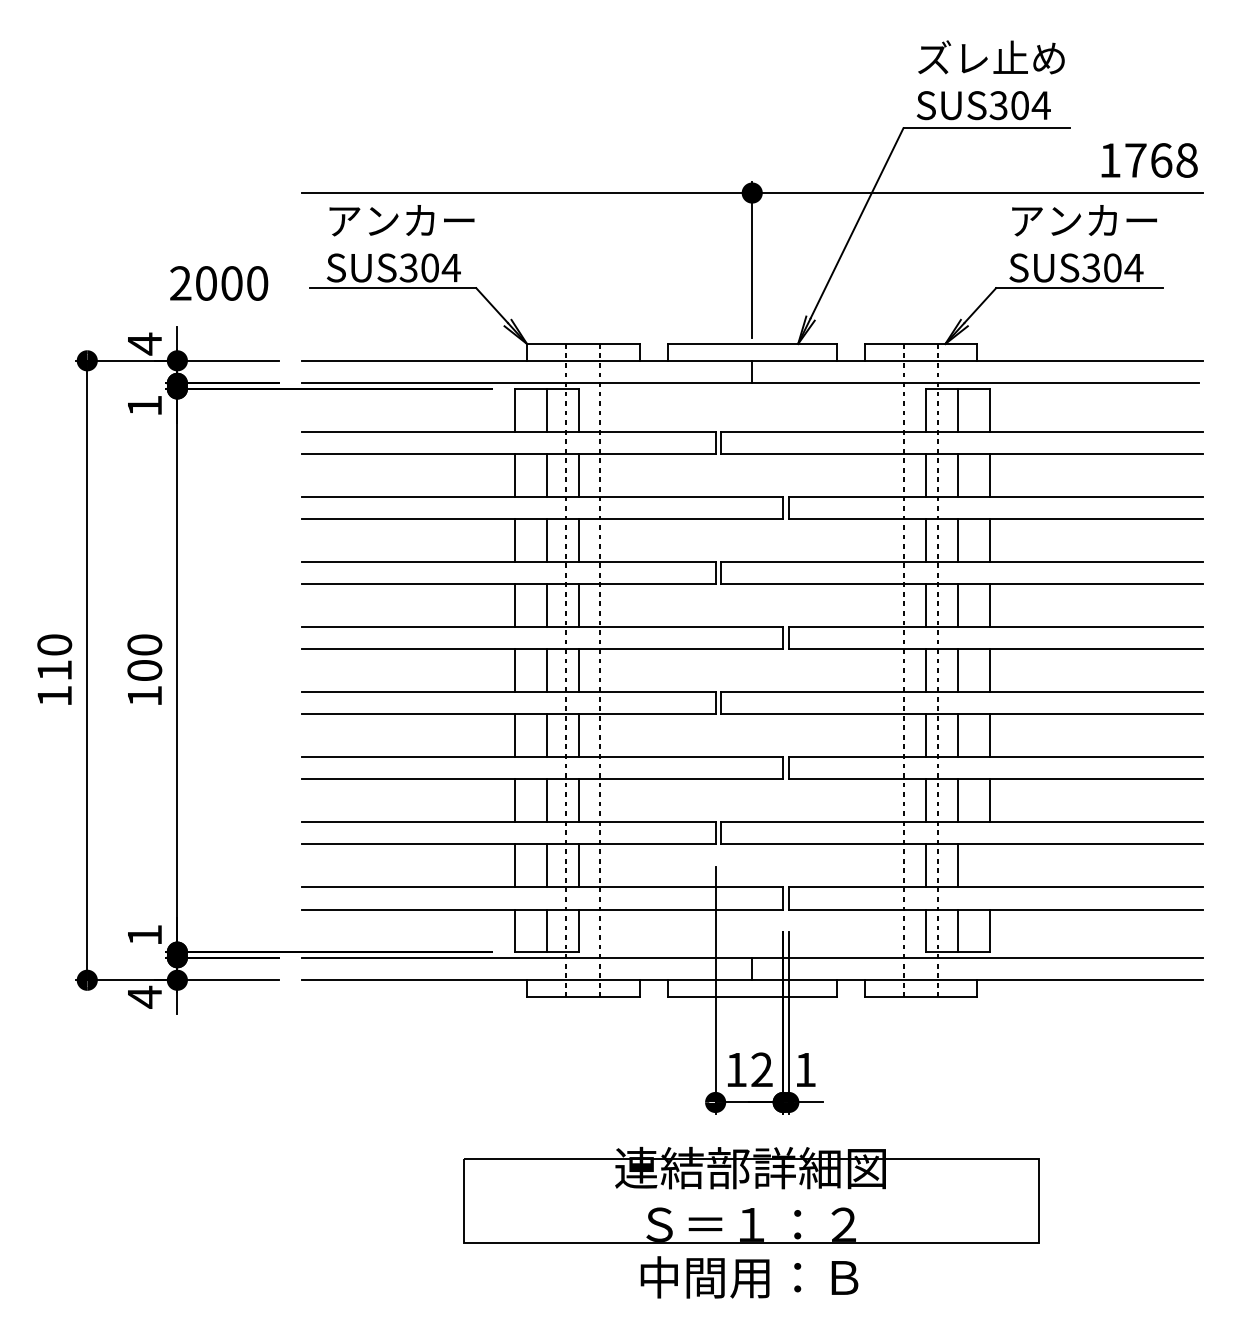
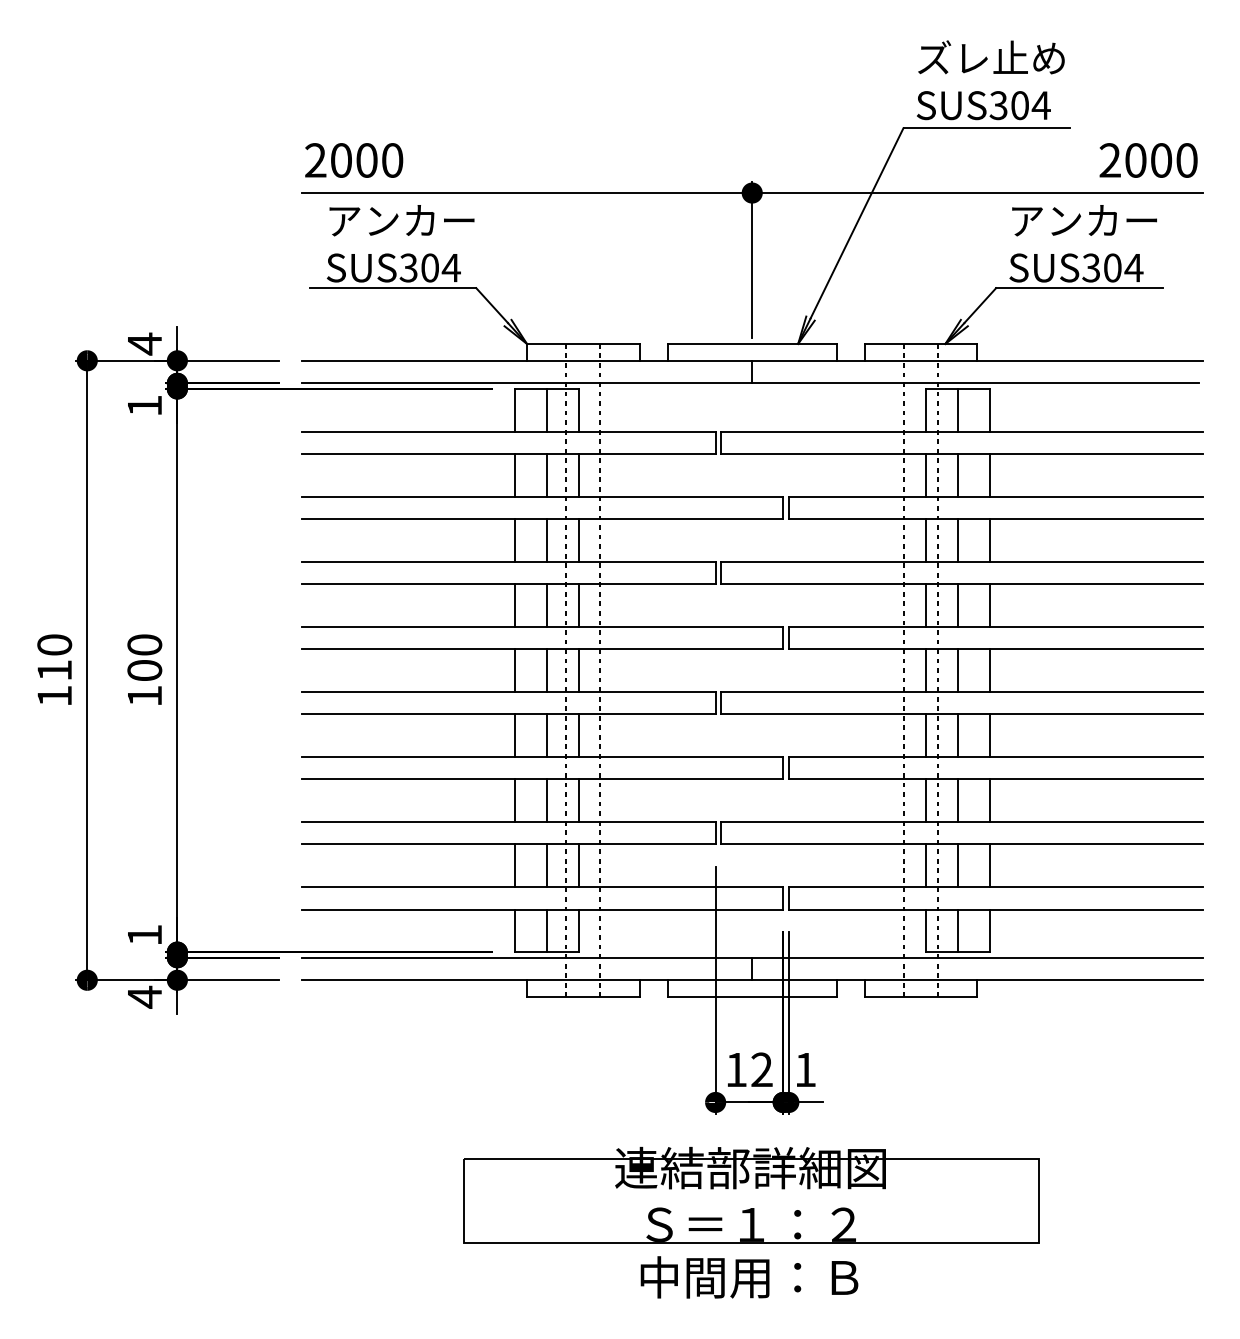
text at (1148, 160): 1768 -> 2000
text at (219, 283) position: (219, 283) -> (354, 160)
line at (989, 865): none -> present
